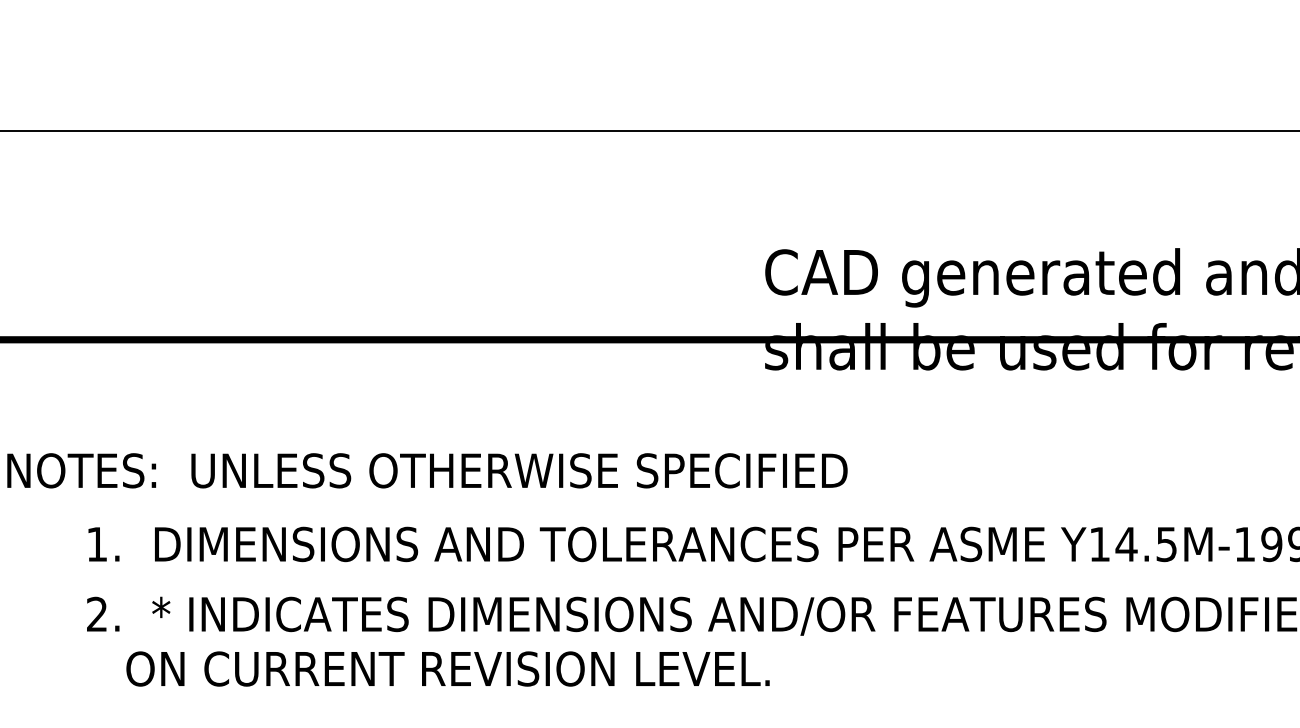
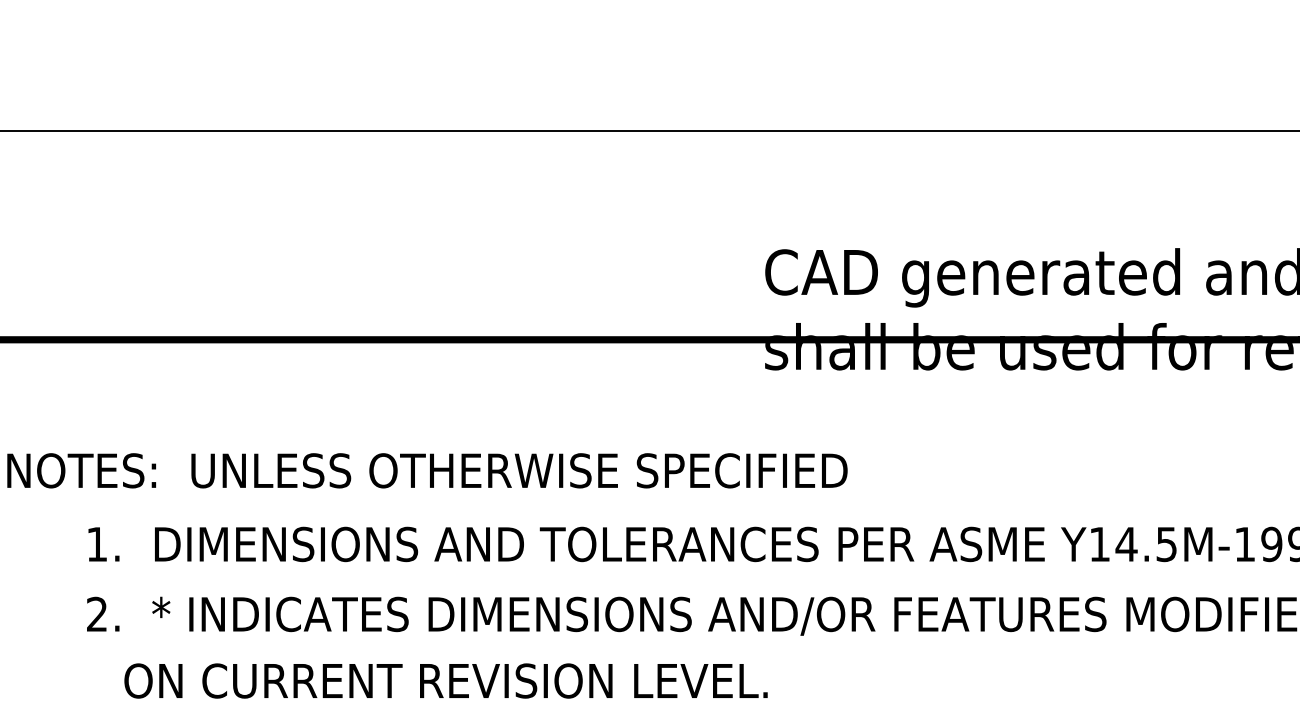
text at (447, 668) position: (447, 668) -> (445, 680)
